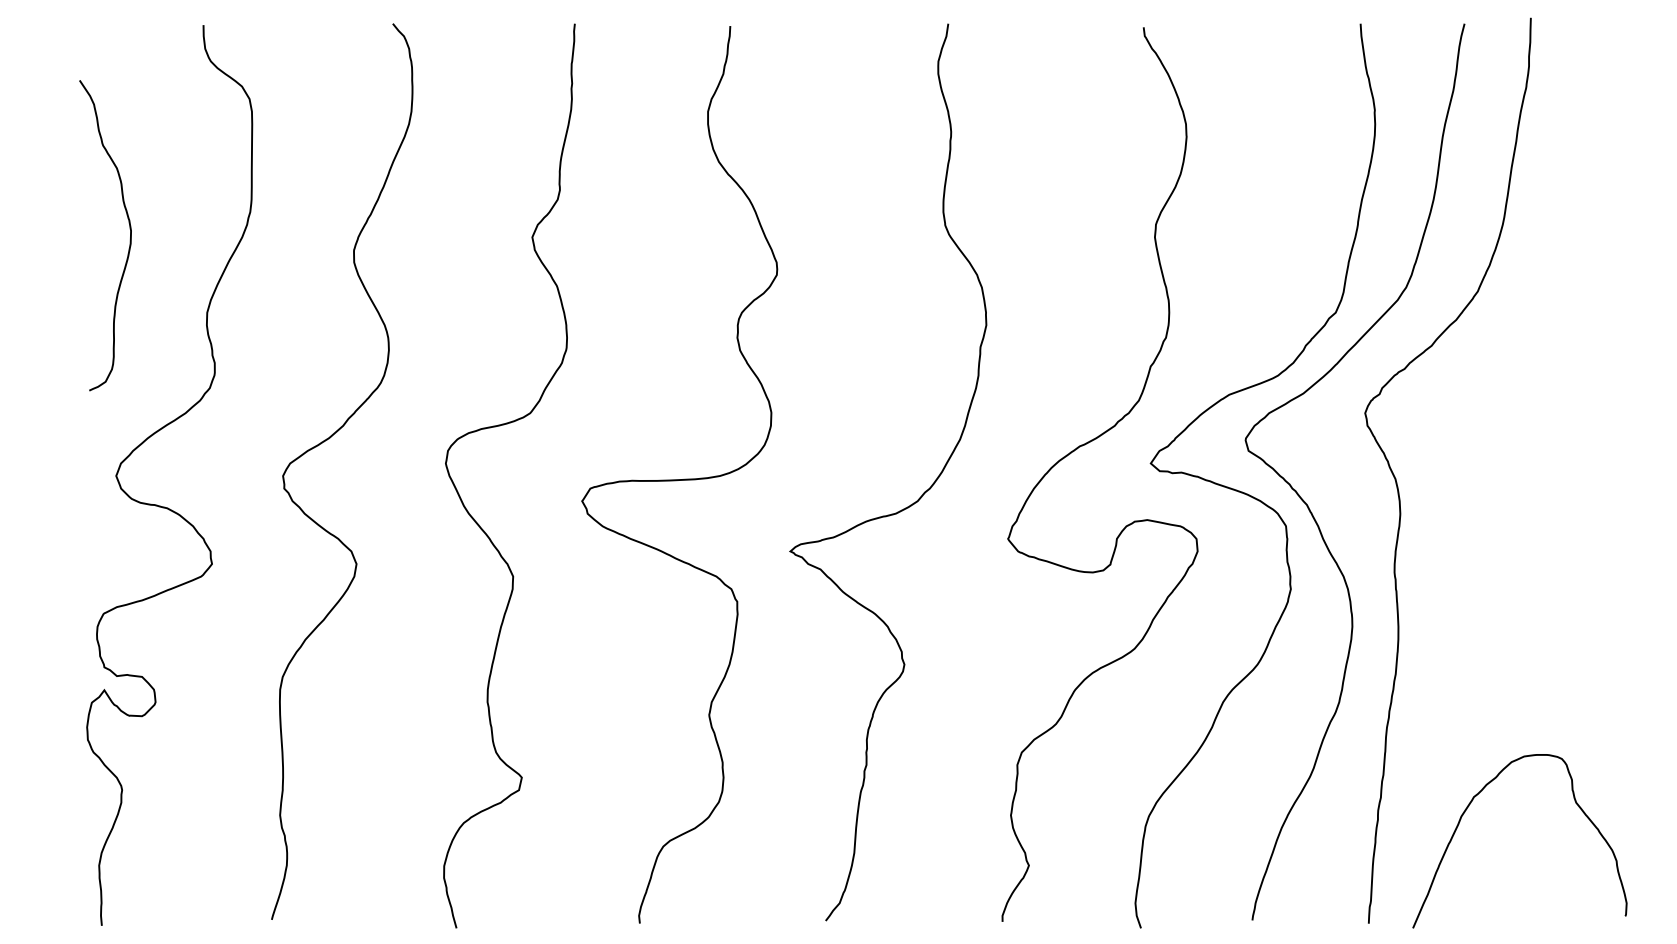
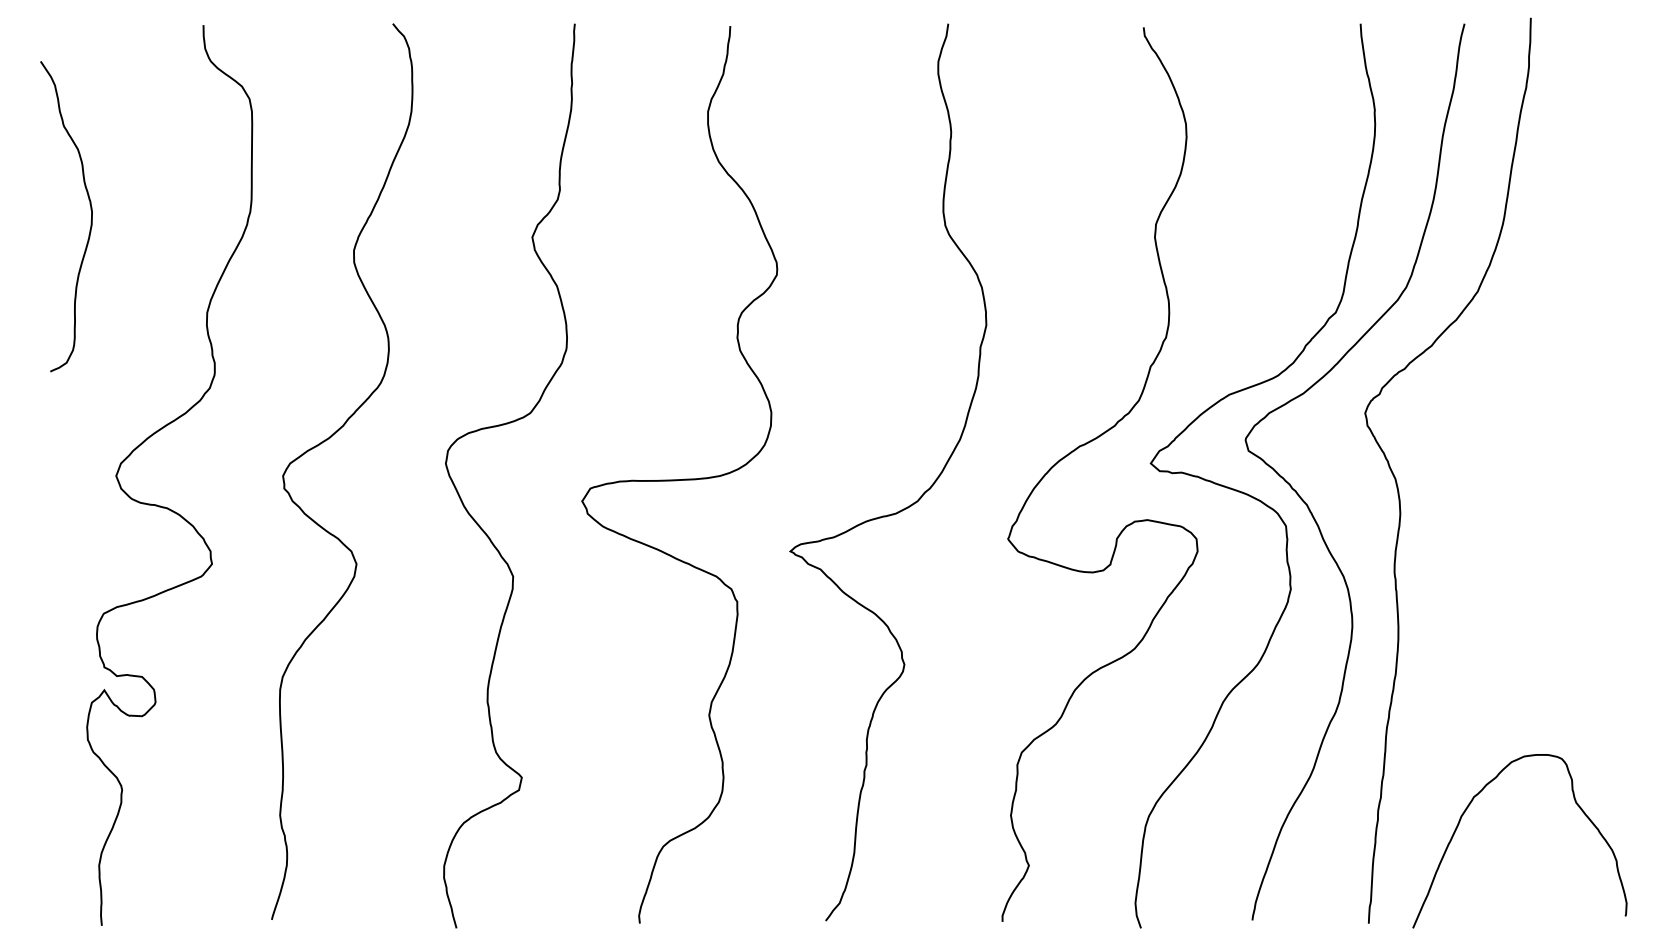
curve at (129, 240) position: (129, 240) -> (90, 221)
